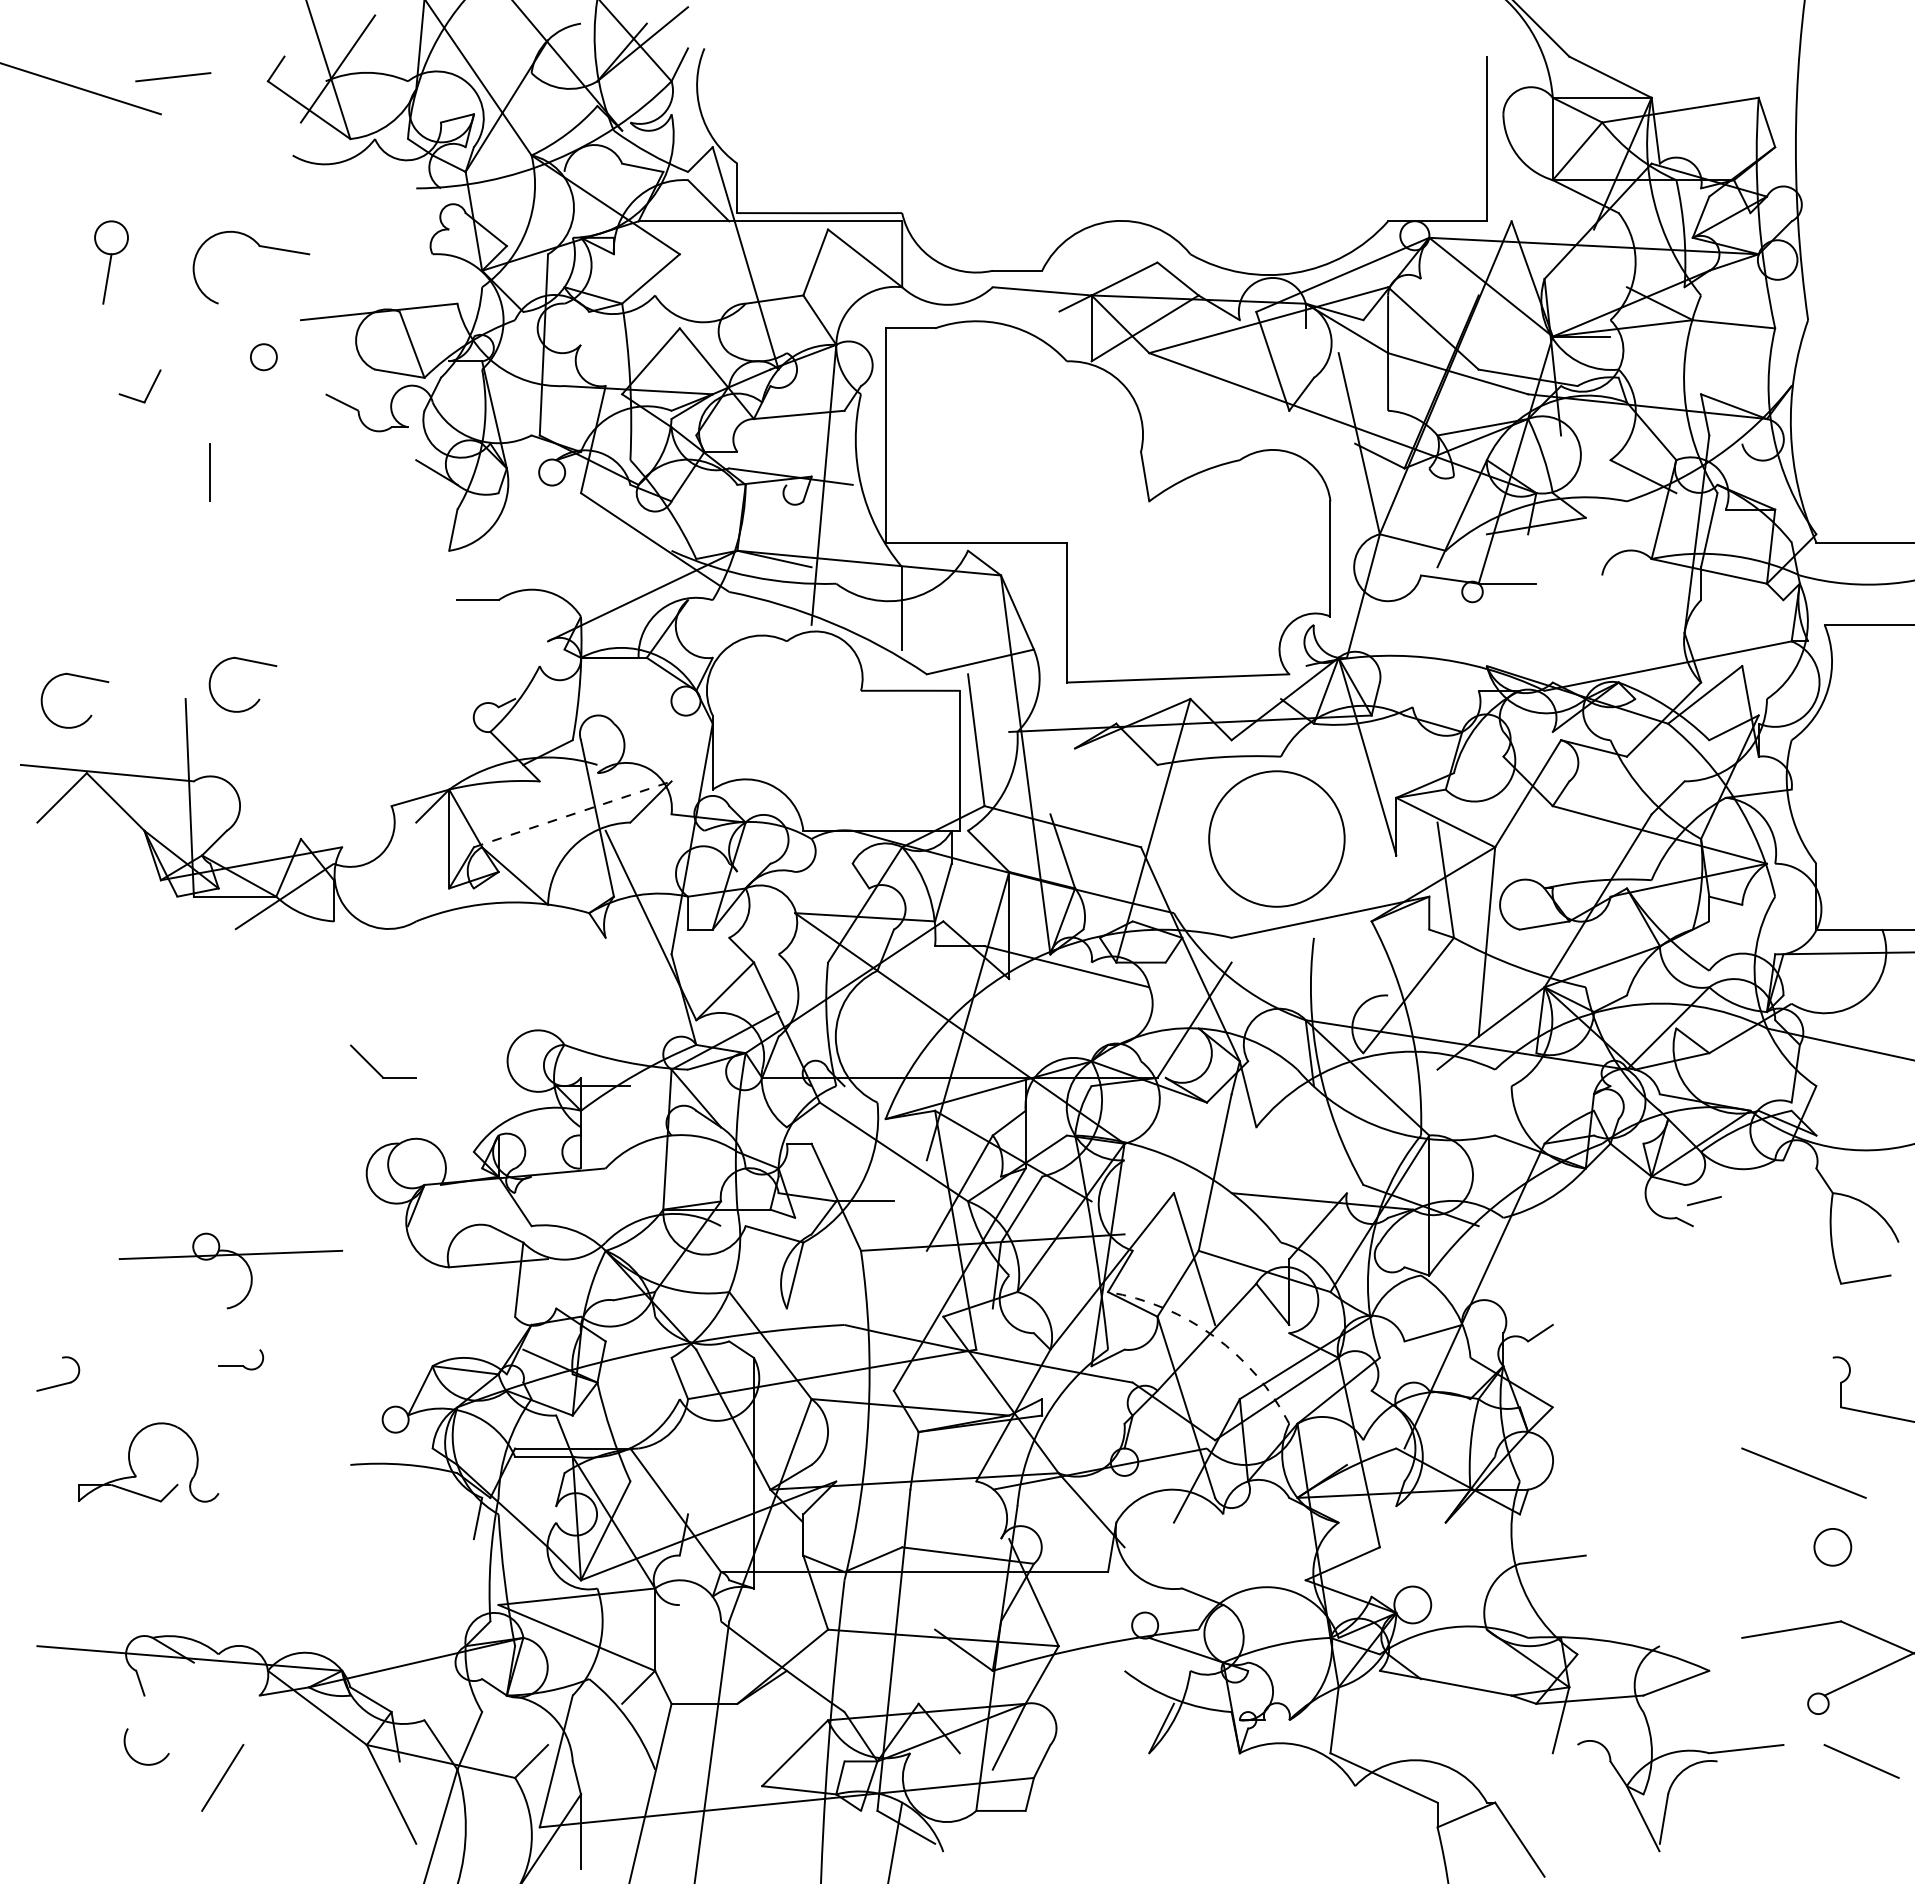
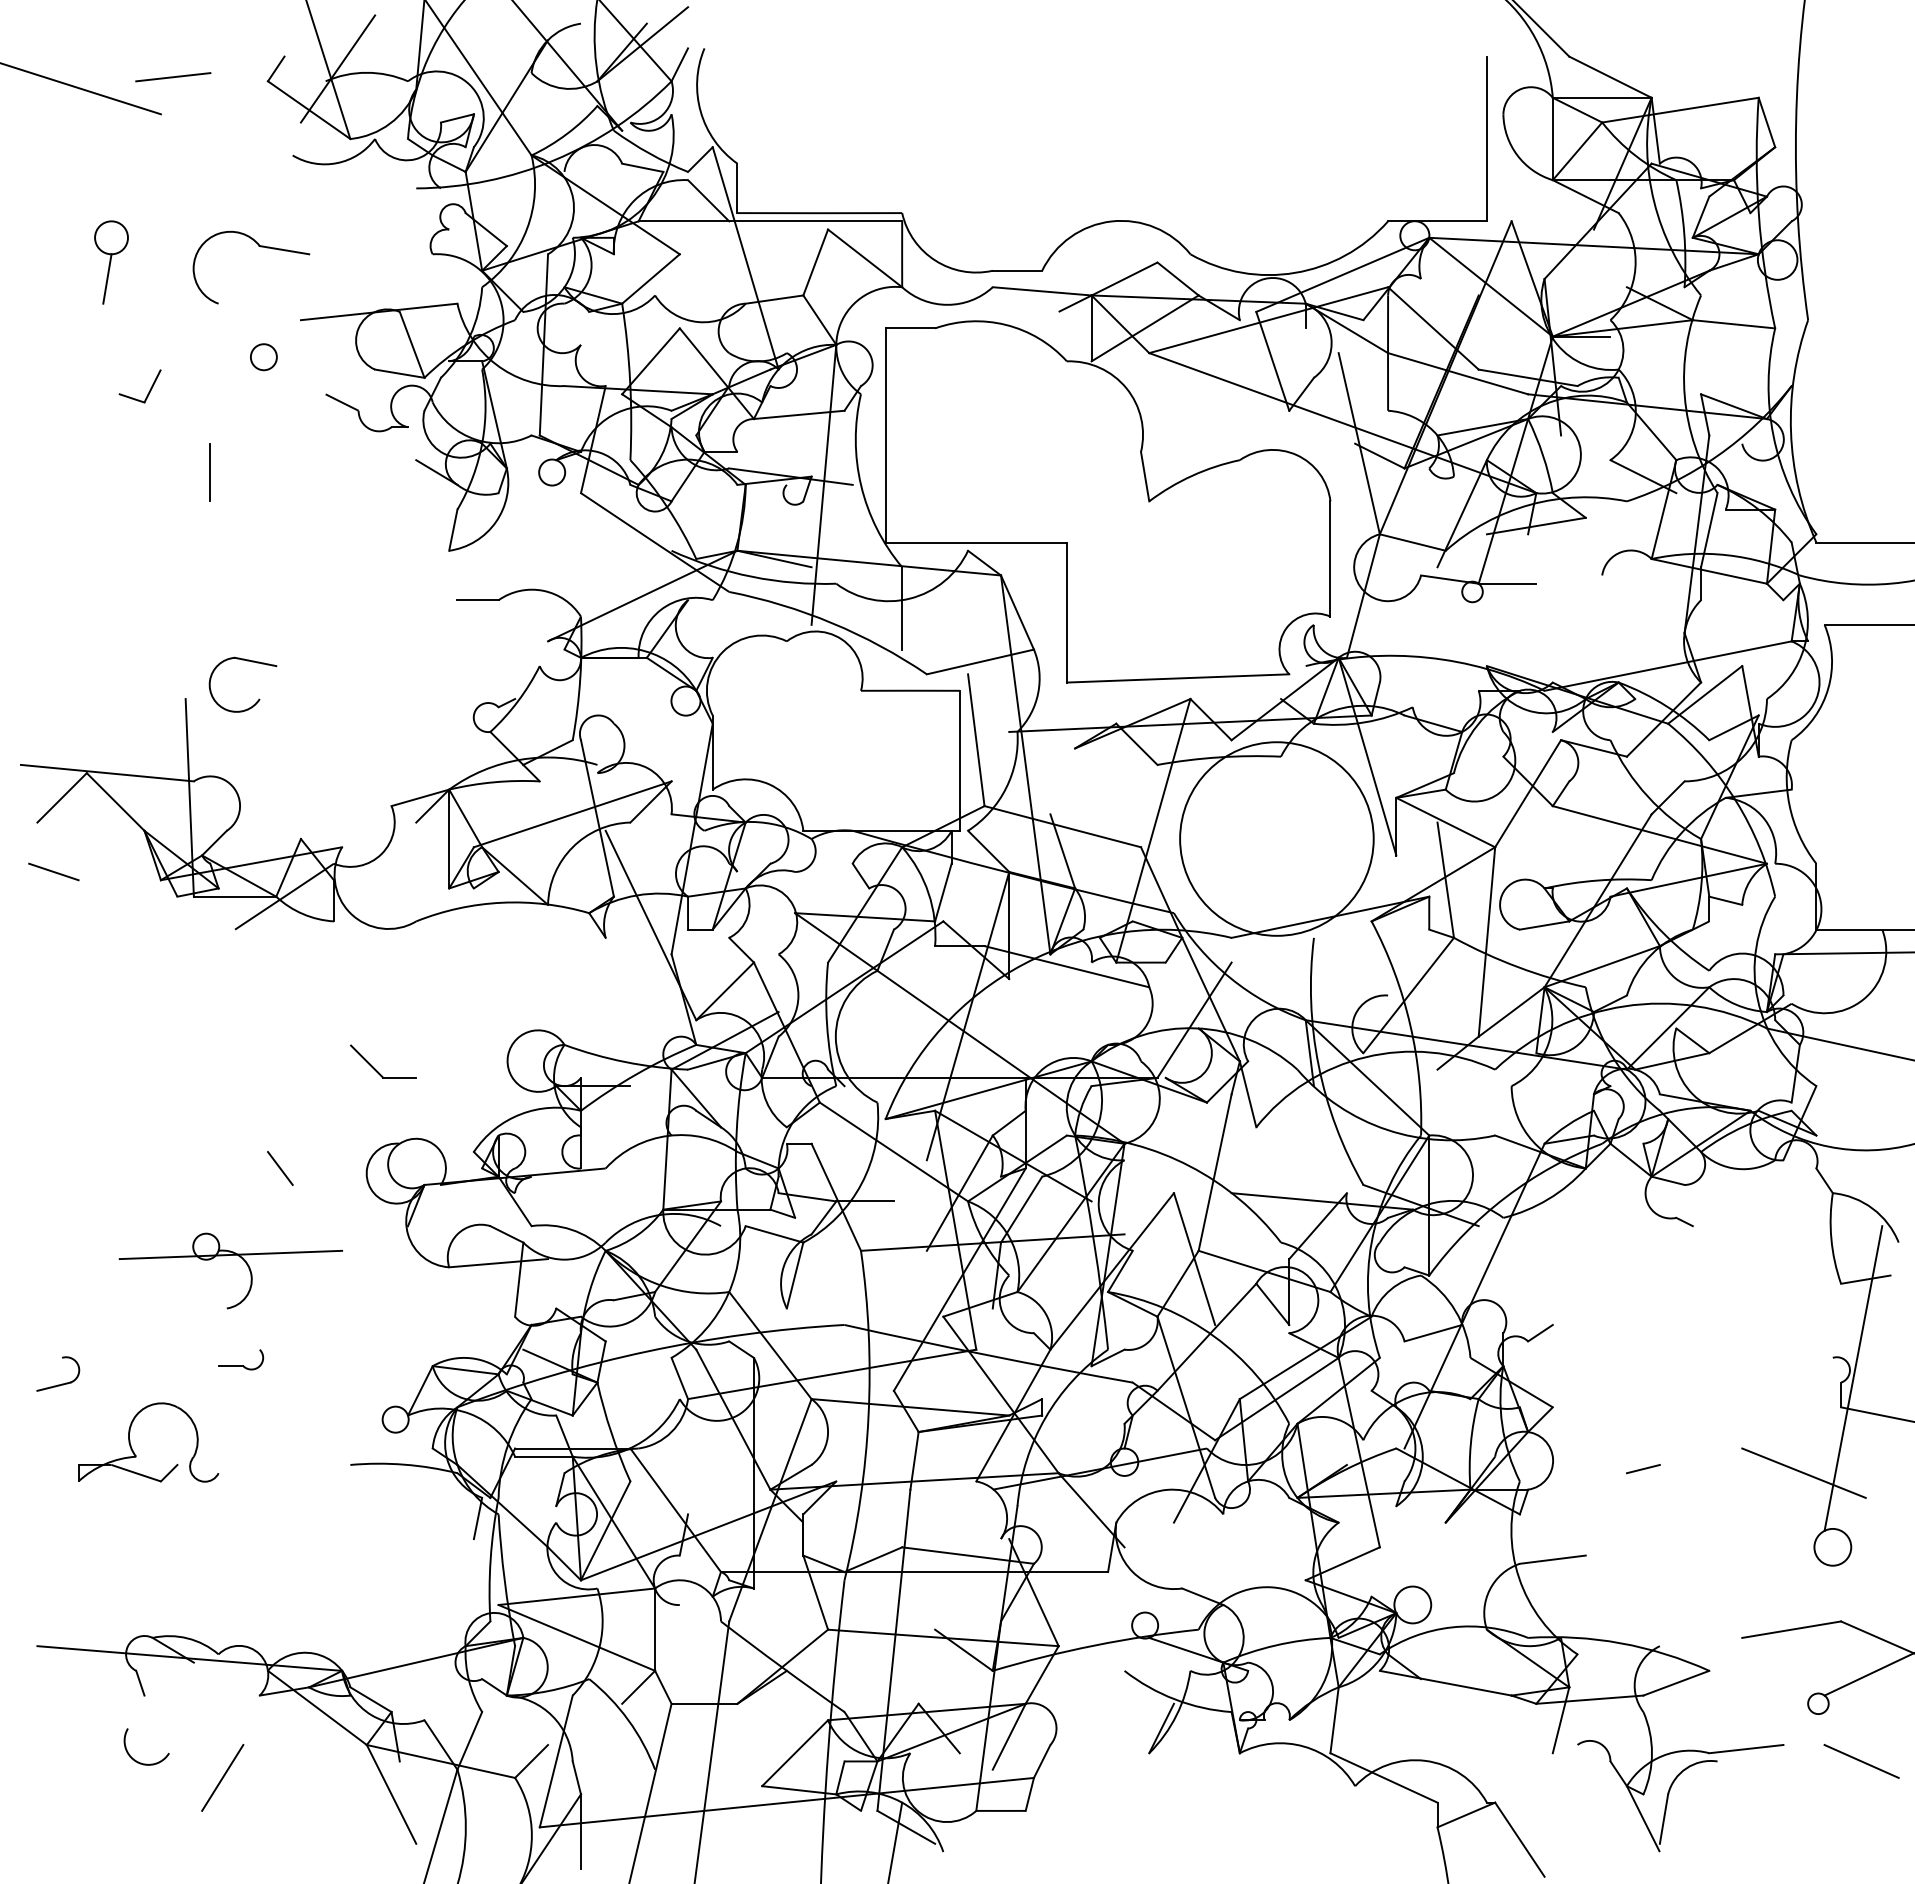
part at (90, 715): present -> none
line at (573, 814): dashed -> solid
circle at (1276, 838) diameter: 136 px -> 194 px
line at (53, 871): none -> present
line at (280, 1168): none -> present
line at (1704, 1201) position: (1704, 1201) -> (1643, 1469)
arc at (1214, 1336): dashed -> solid
line at (1853, 1378): none -> present
part at (133, 1470) position: (133, 1470) -> (133, 1450)
